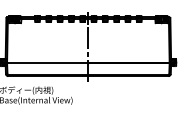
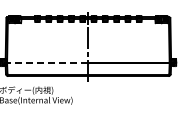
line at (45, 62): solid -> dashed
